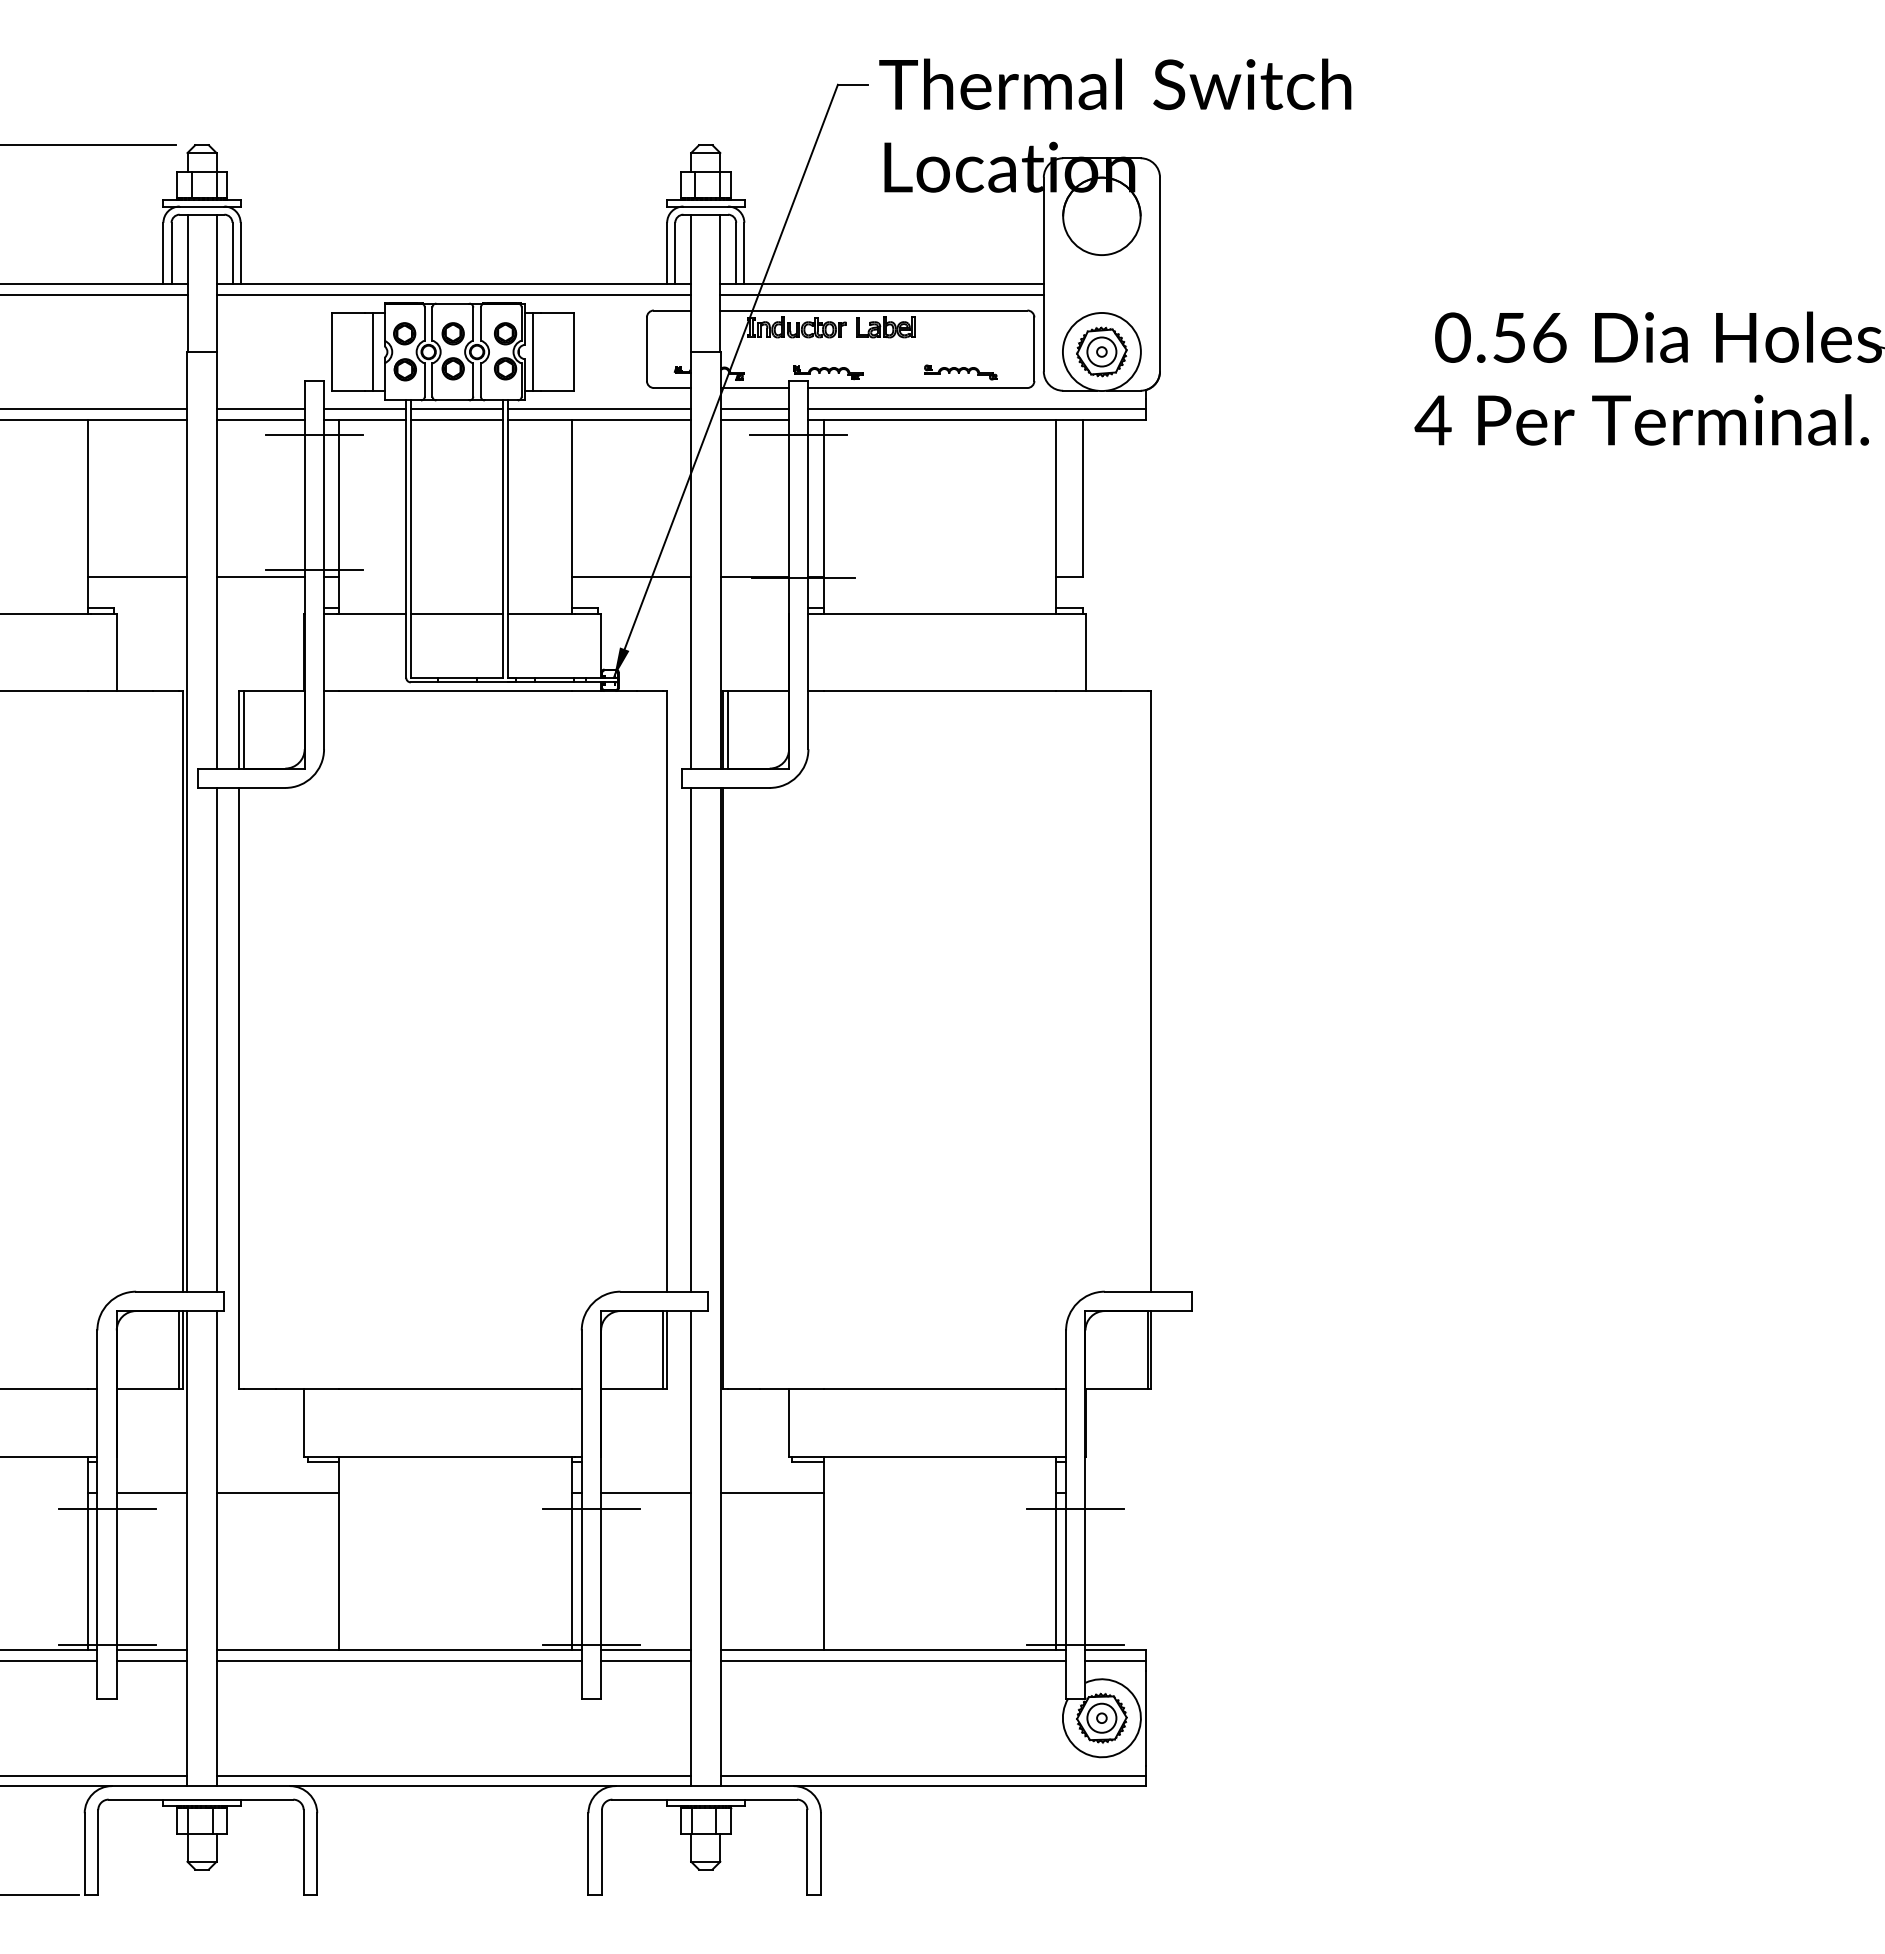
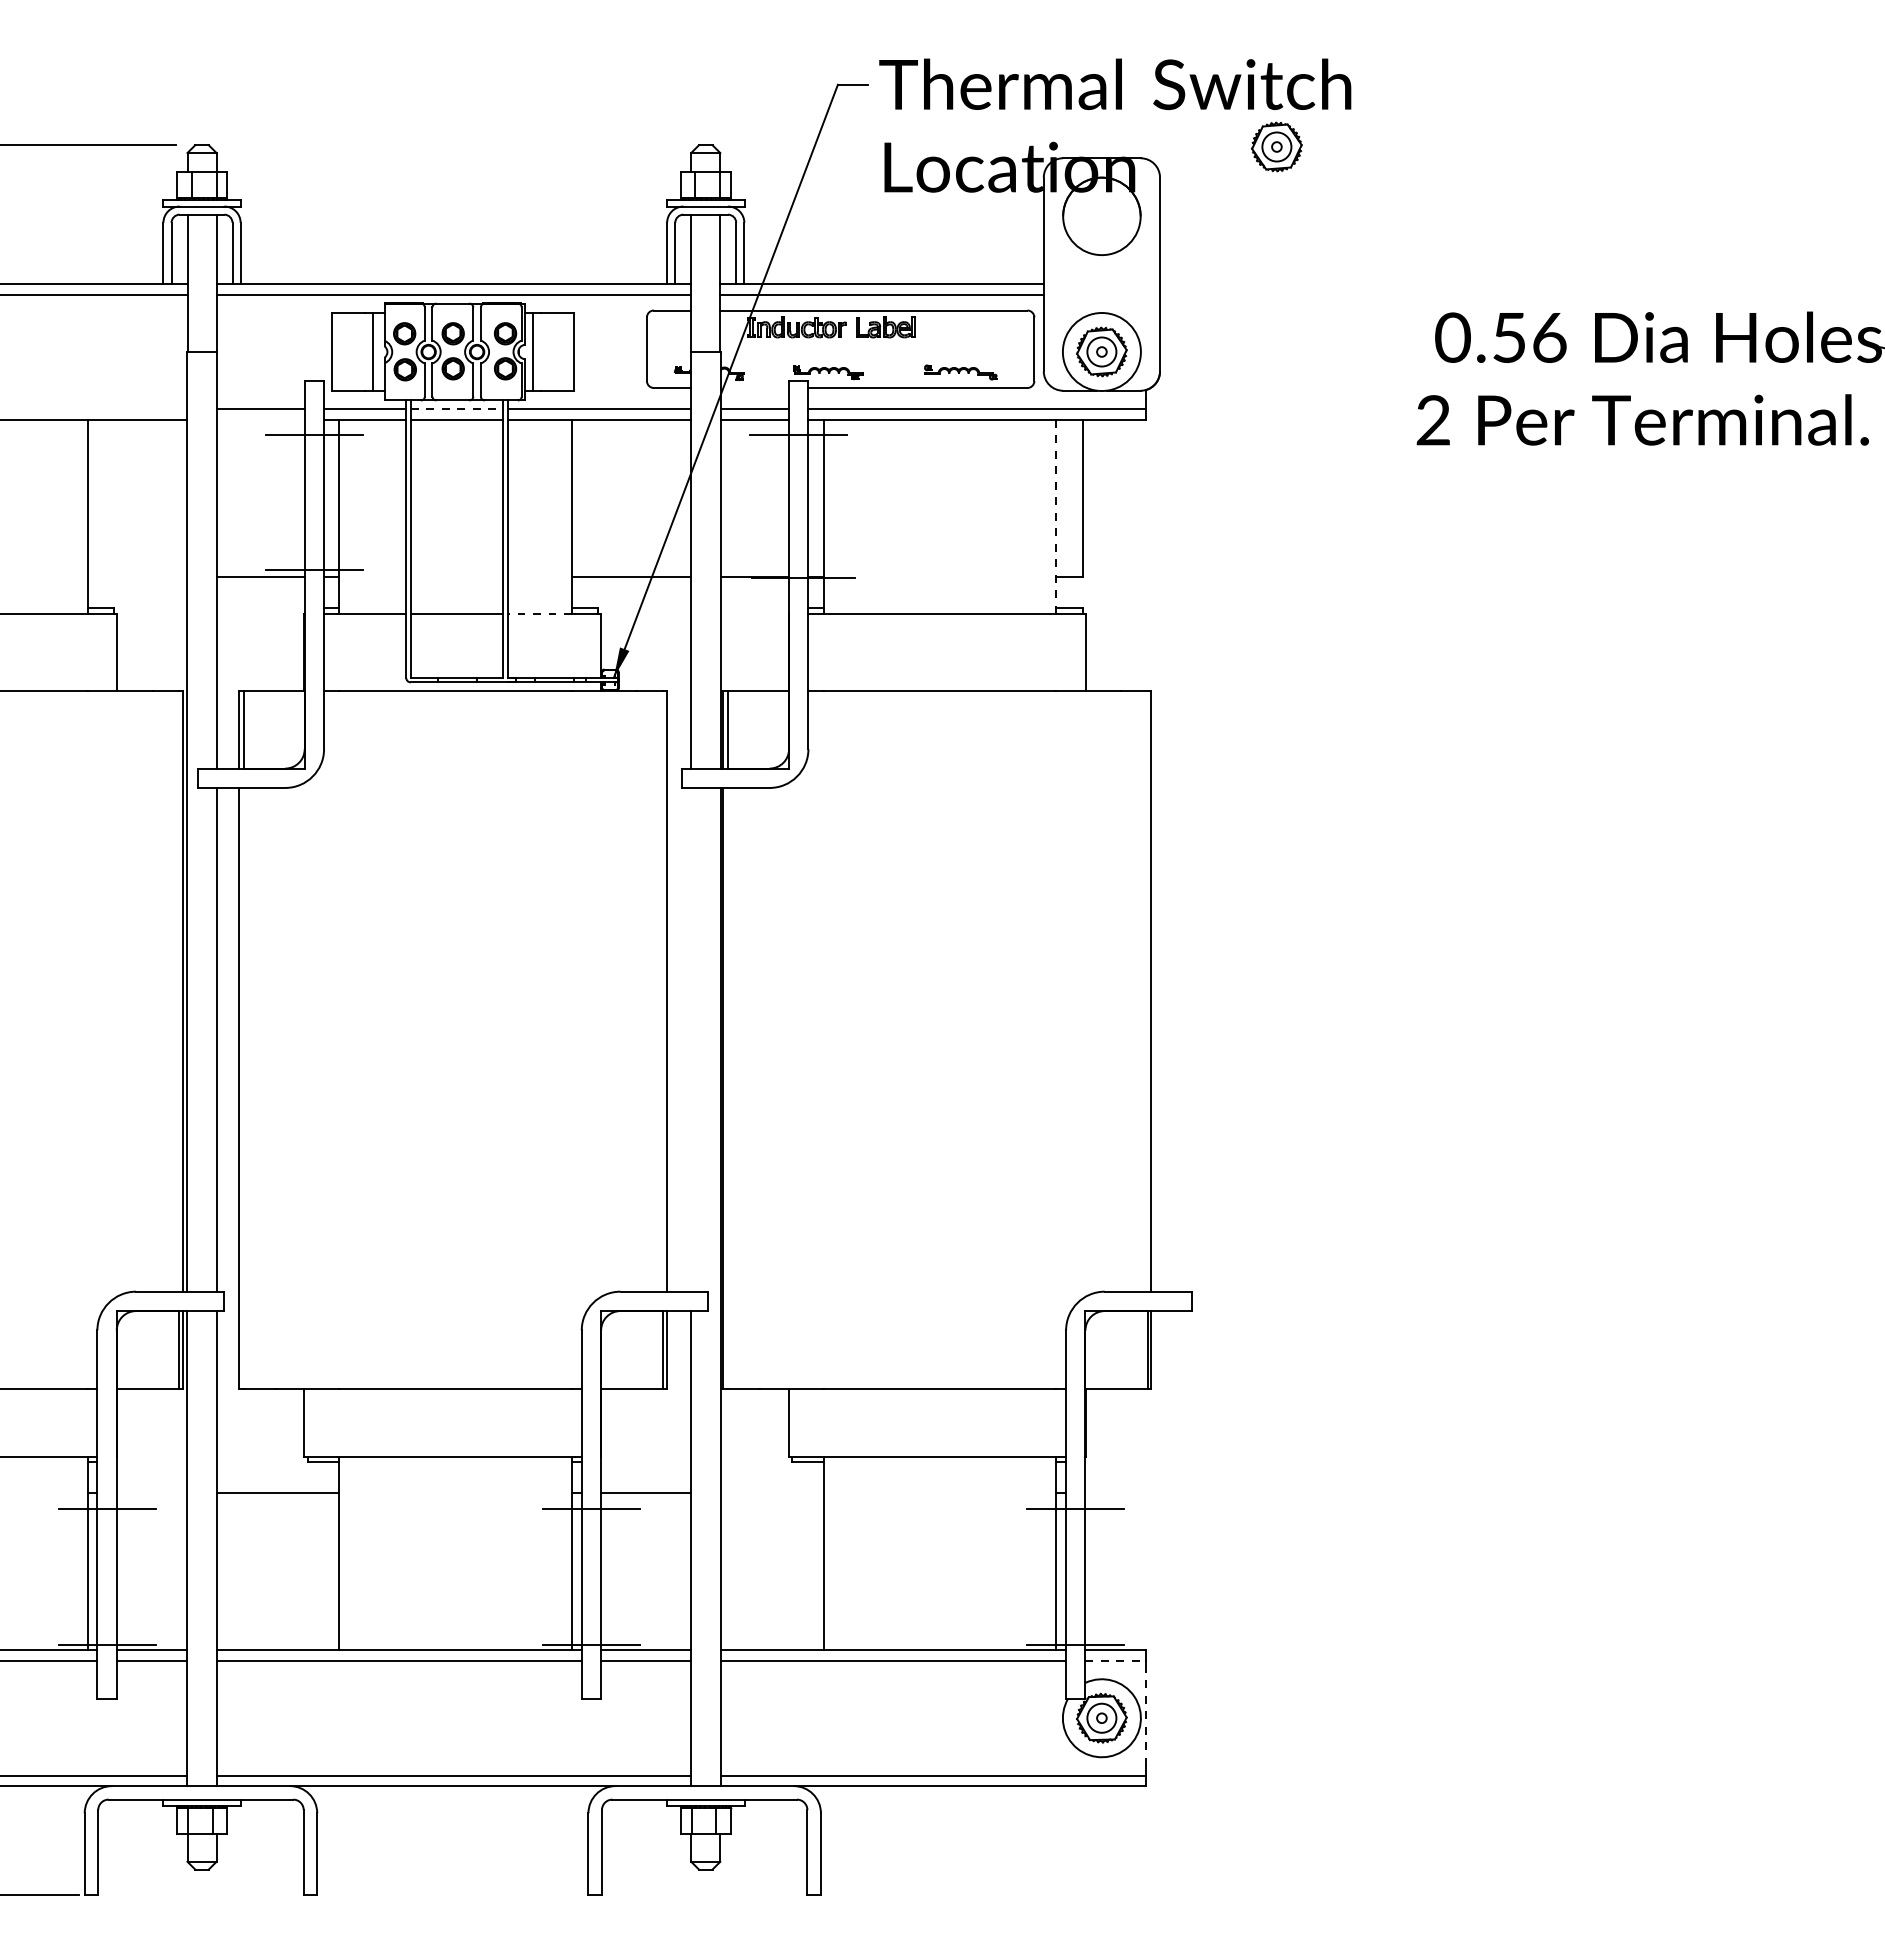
part at (1276, 146): none -> present
line at (754, 388): present -> none
line at (94, 409): present -> none
line at (457, 409): solid -> dashed
line at (260, 419): present -> none
text at (1432, 420): 4 -> 2
line at (1056, 516): solid -> dashed
line at (136, 577): present -> none
line at (539, 613): solid -> dashed
line at (690, 1039): present -> none
line at (151, 1493): present -> none
line at (771, 1493): present -> none
line at (1116, 1660): solid -> dashed
line at (1145, 1717): solid -> dashed
